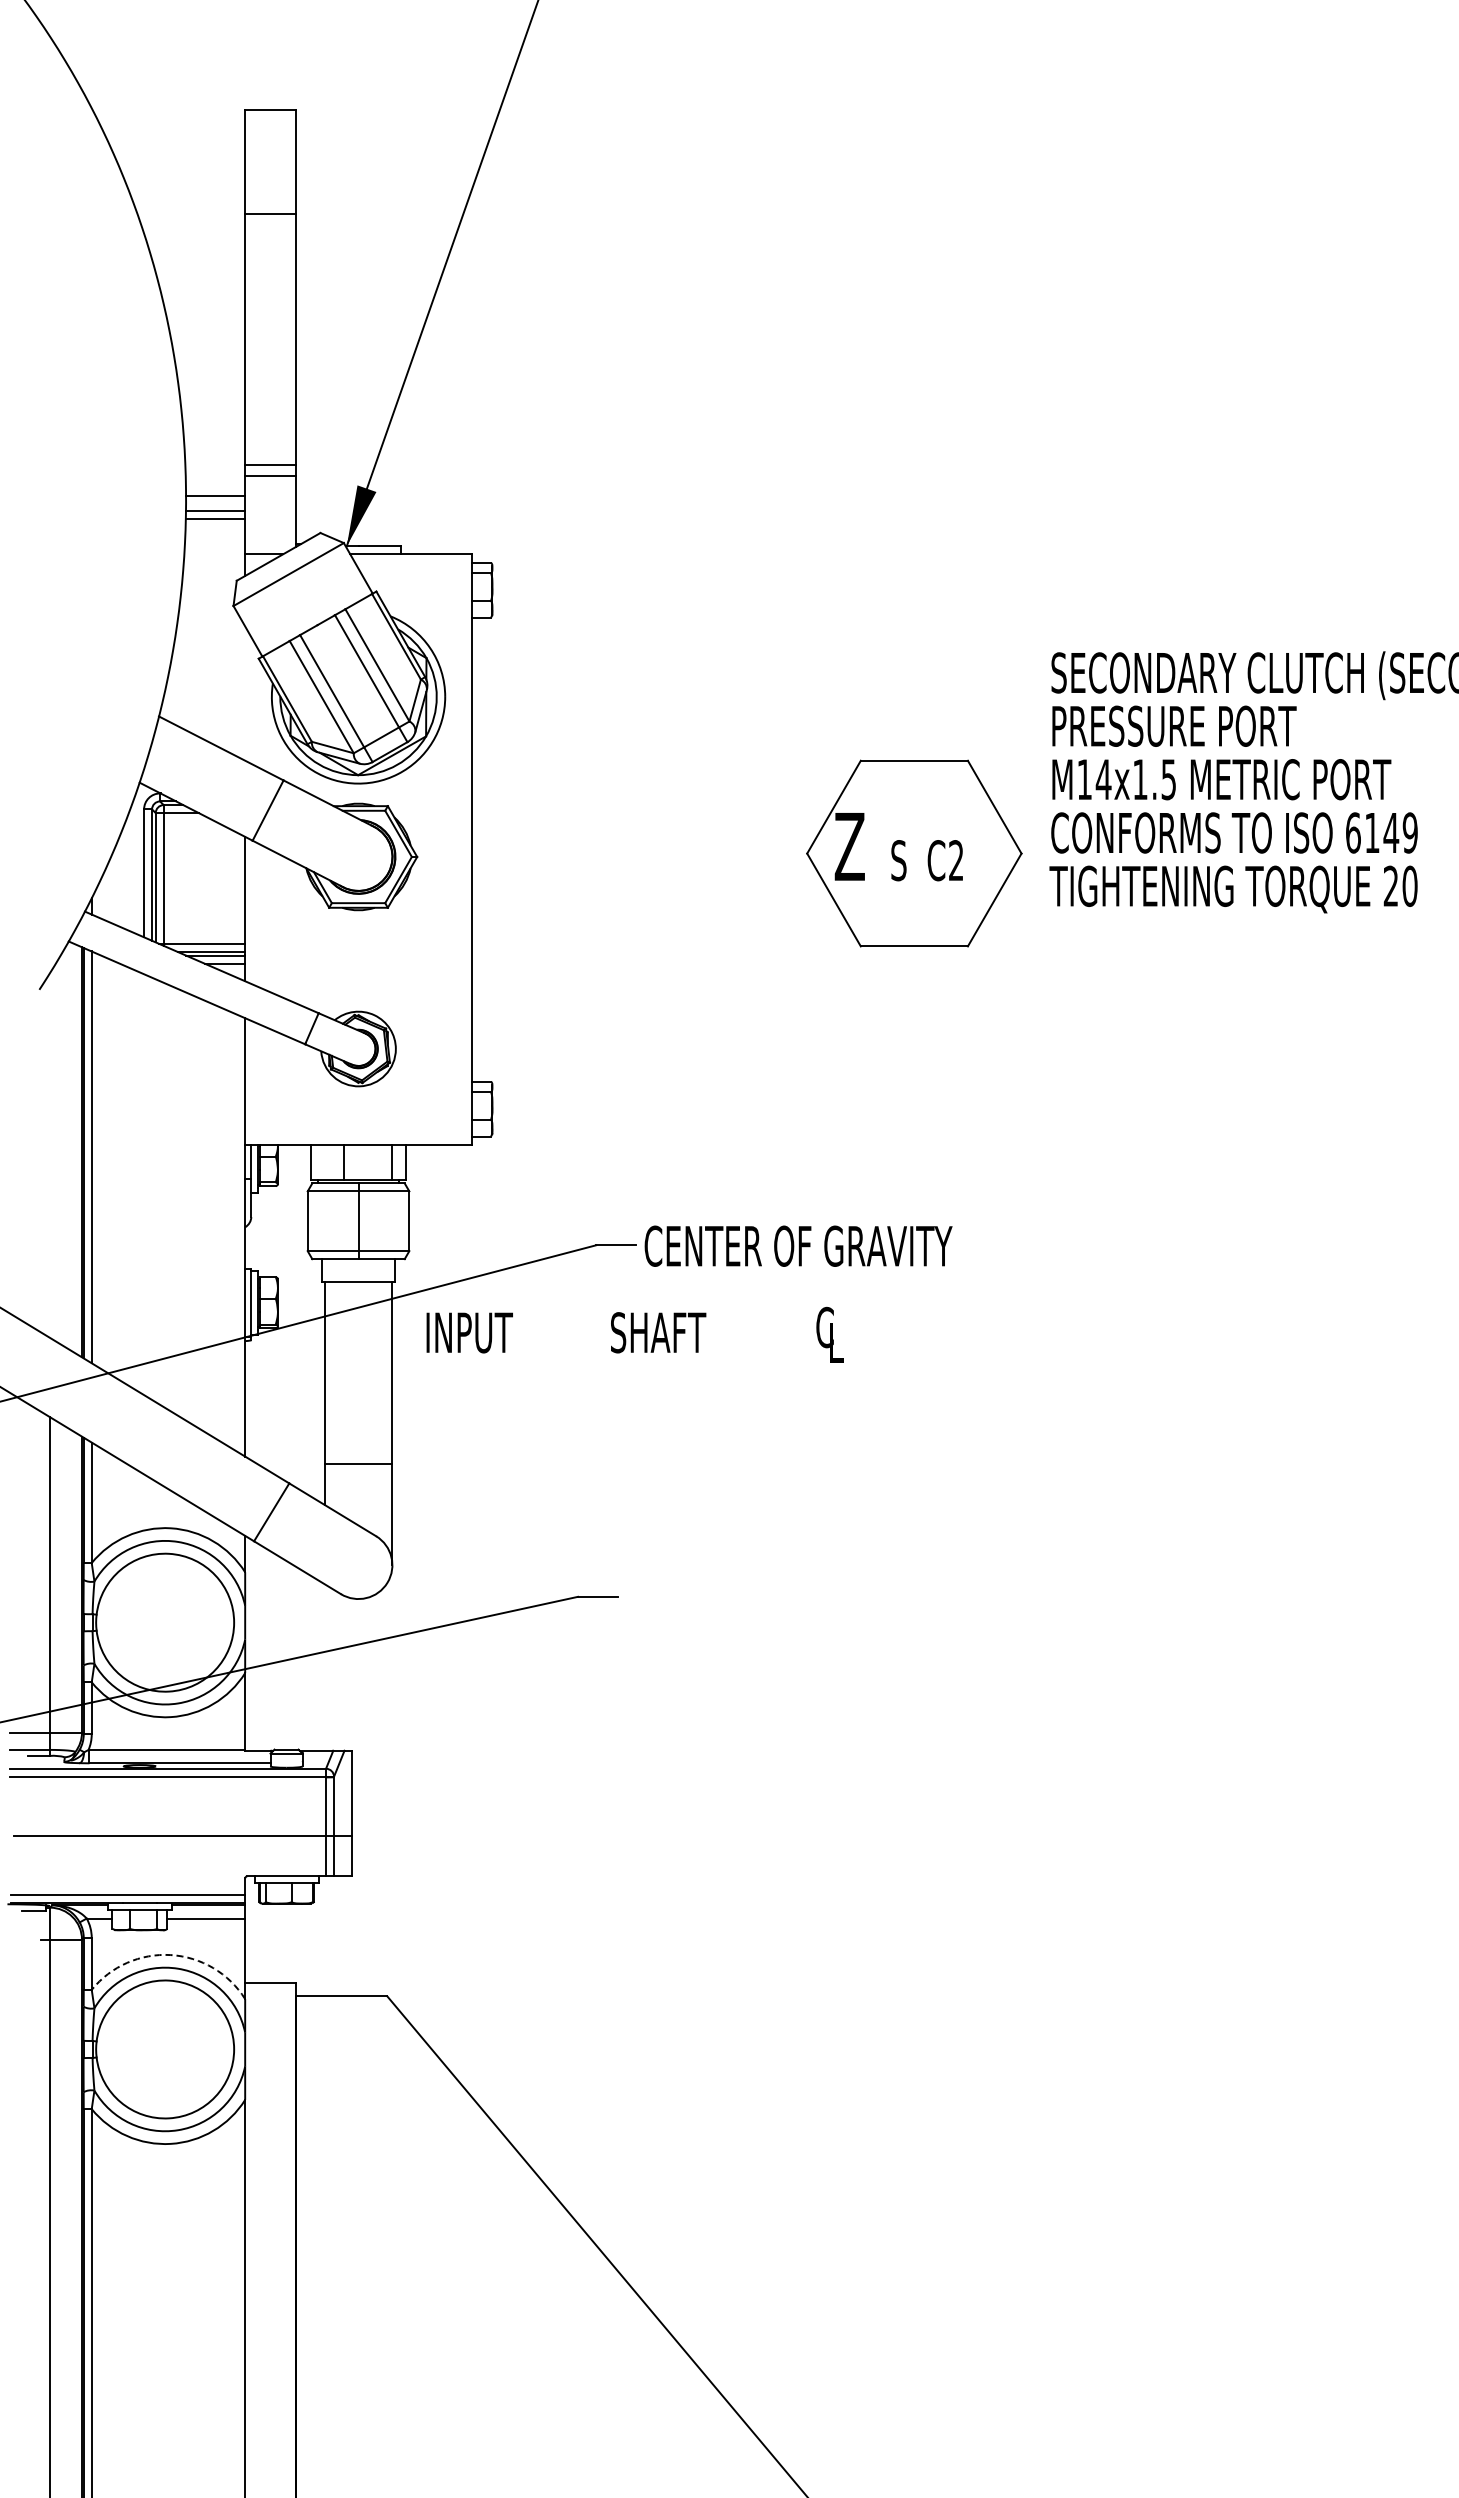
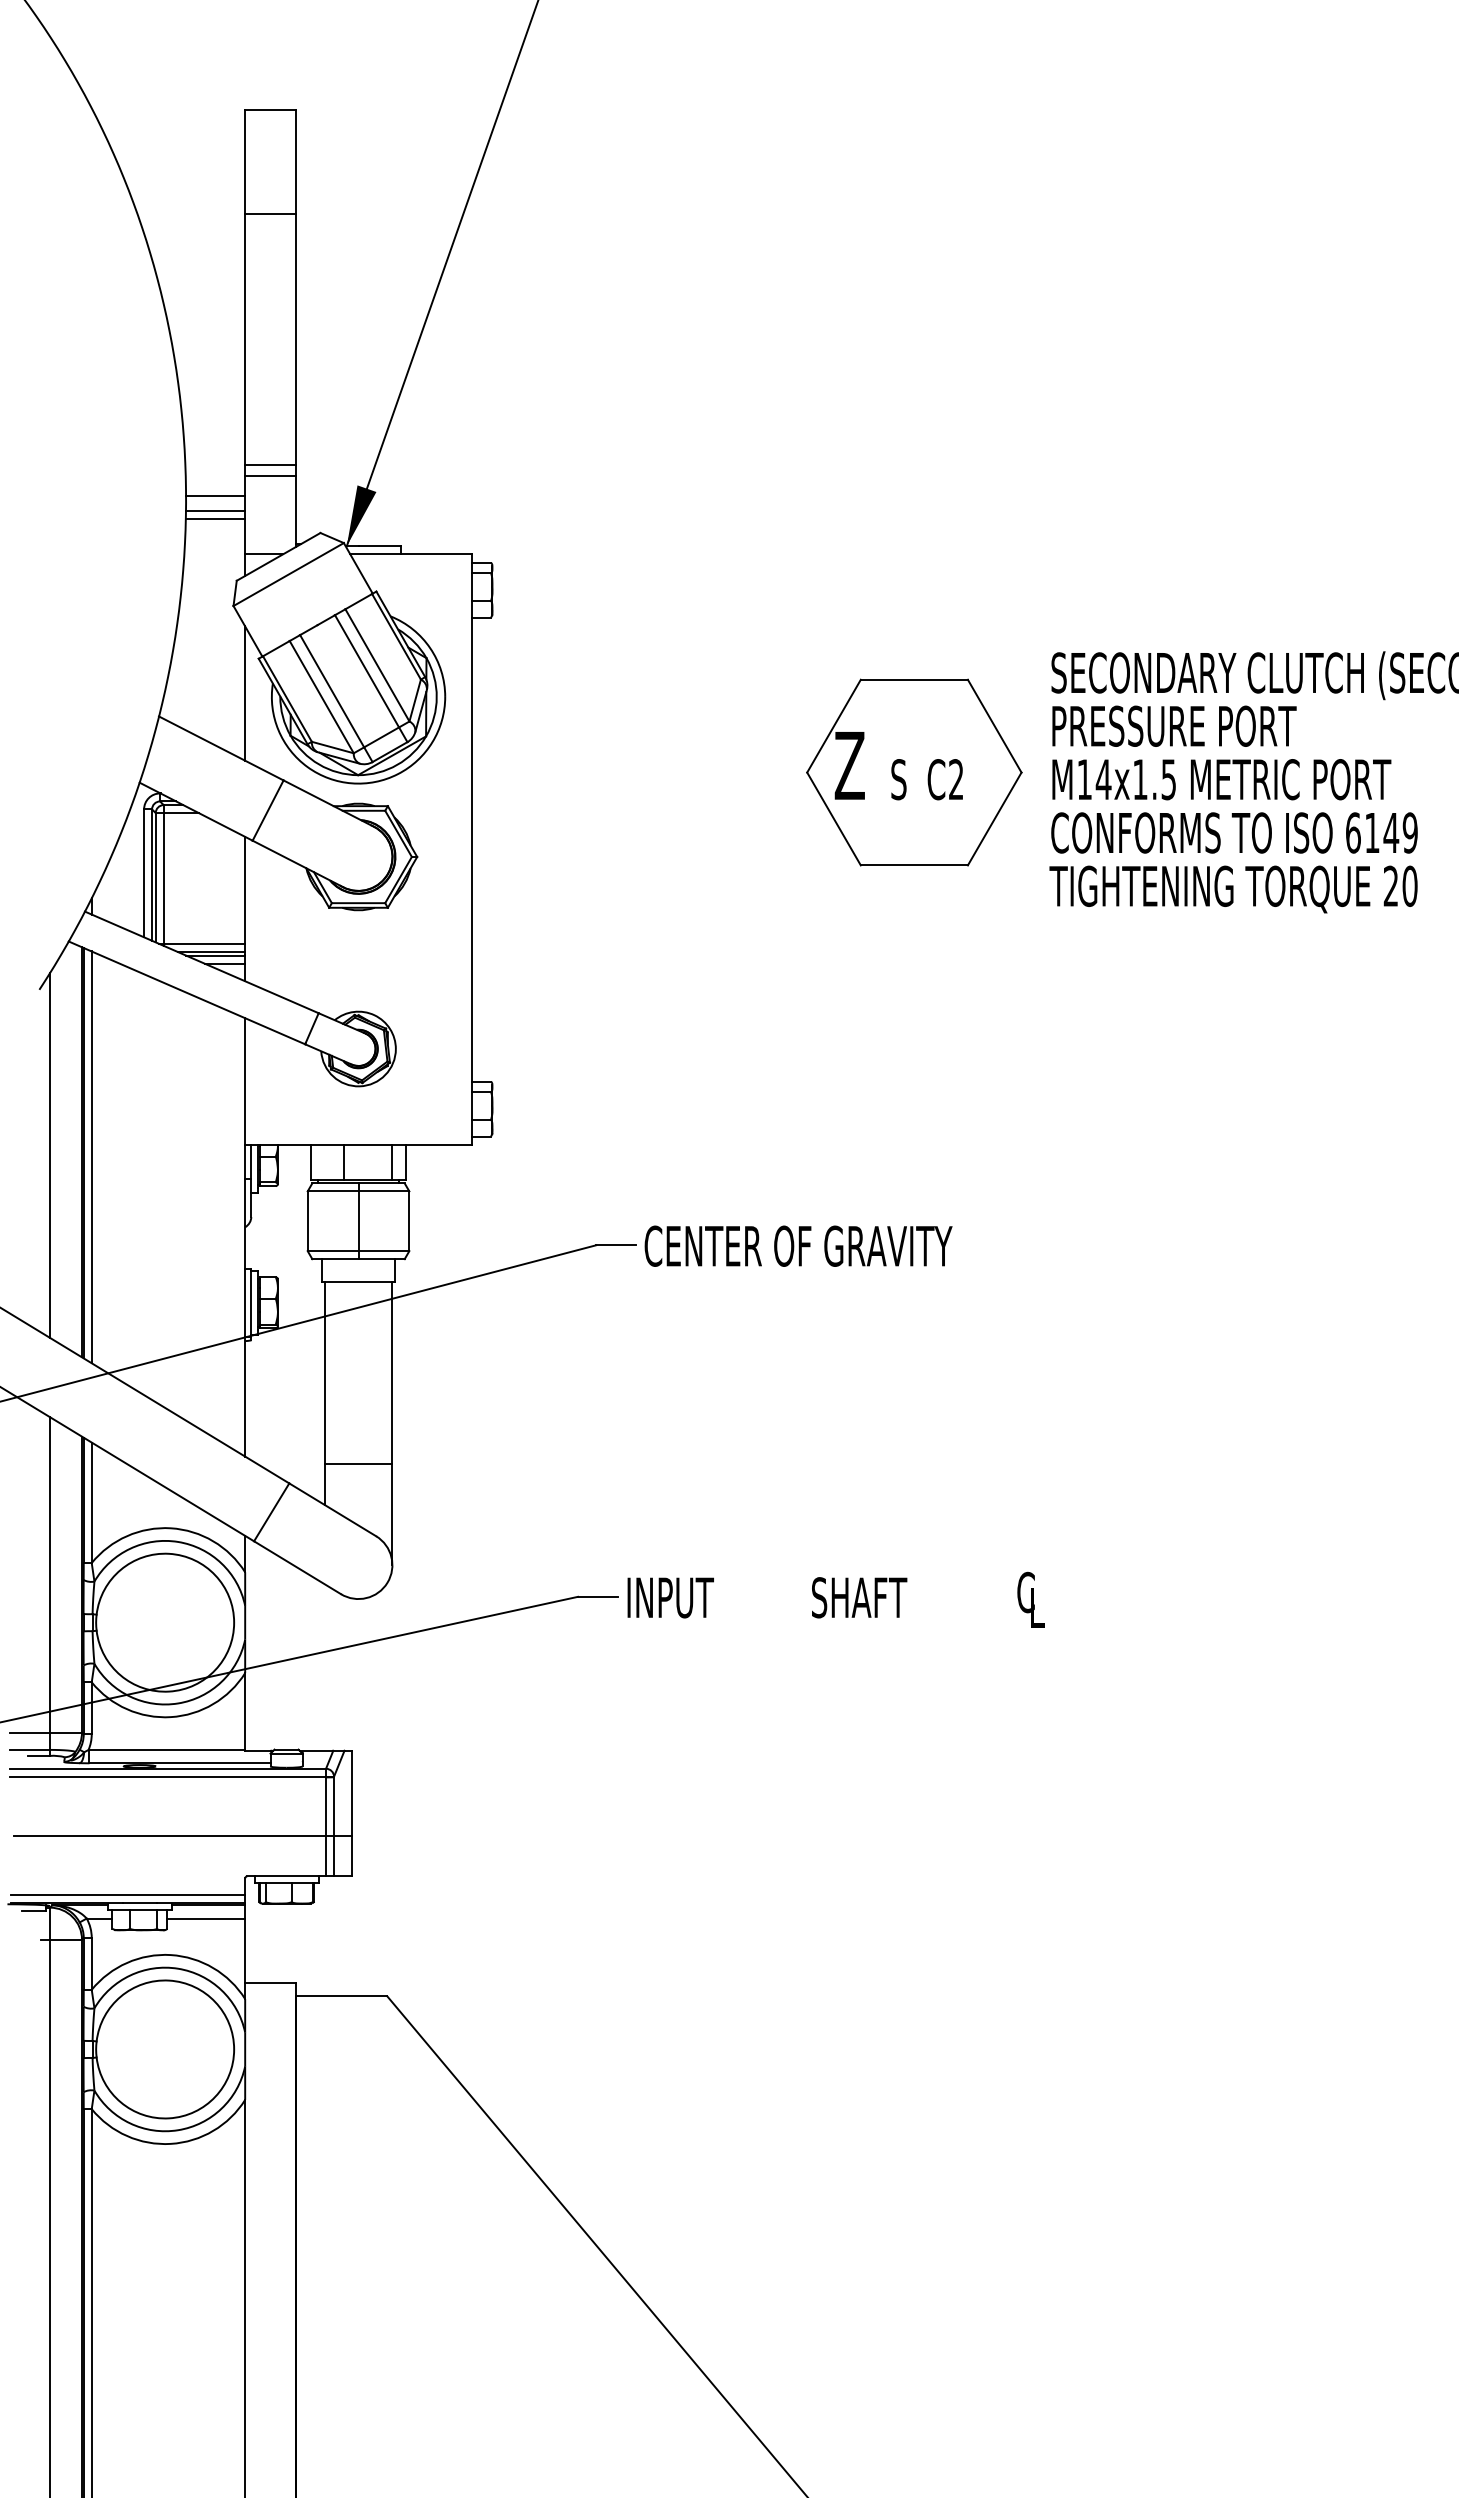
line at (245, 693): none -> present
part at (914, 853) position: (914, 853) -> (914, 772)
line at (50, 1155): none -> present
text at (634, 1334) position: (634, 1334) -> (835, 1599)
arc at (170, 1955): dashed -> solid
